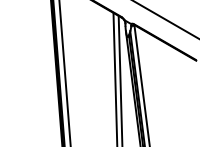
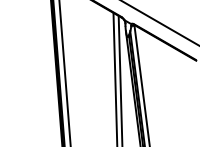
line at (165, 19) position: (165, 19) -> (159, 23)
